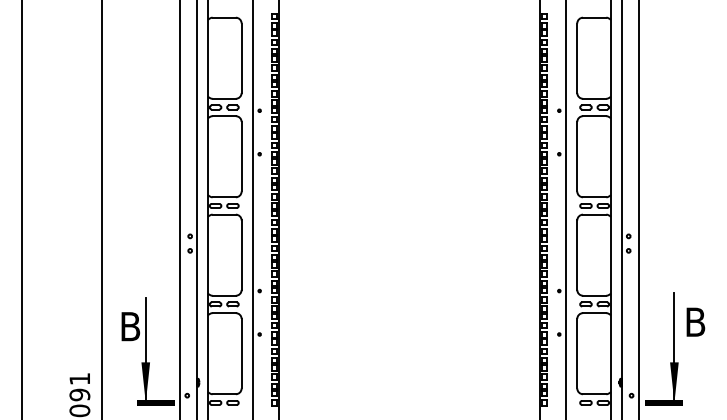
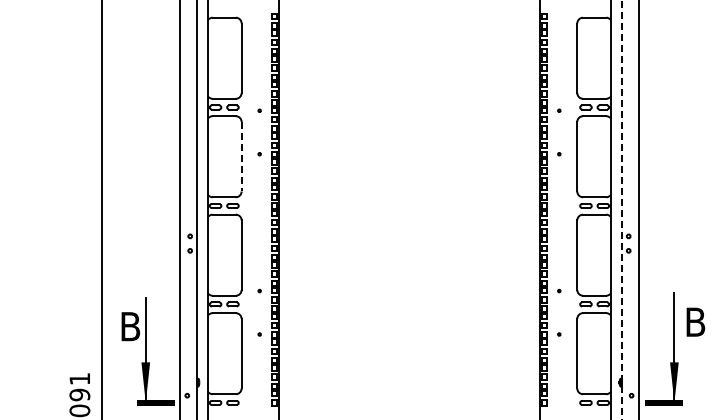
line at (241, 156): solid -> dashed
line at (21, 209): present -> none
line at (253, 209): present -> none
line at (565, 209): present -> none
line at (622, 210): solid -> dashed
